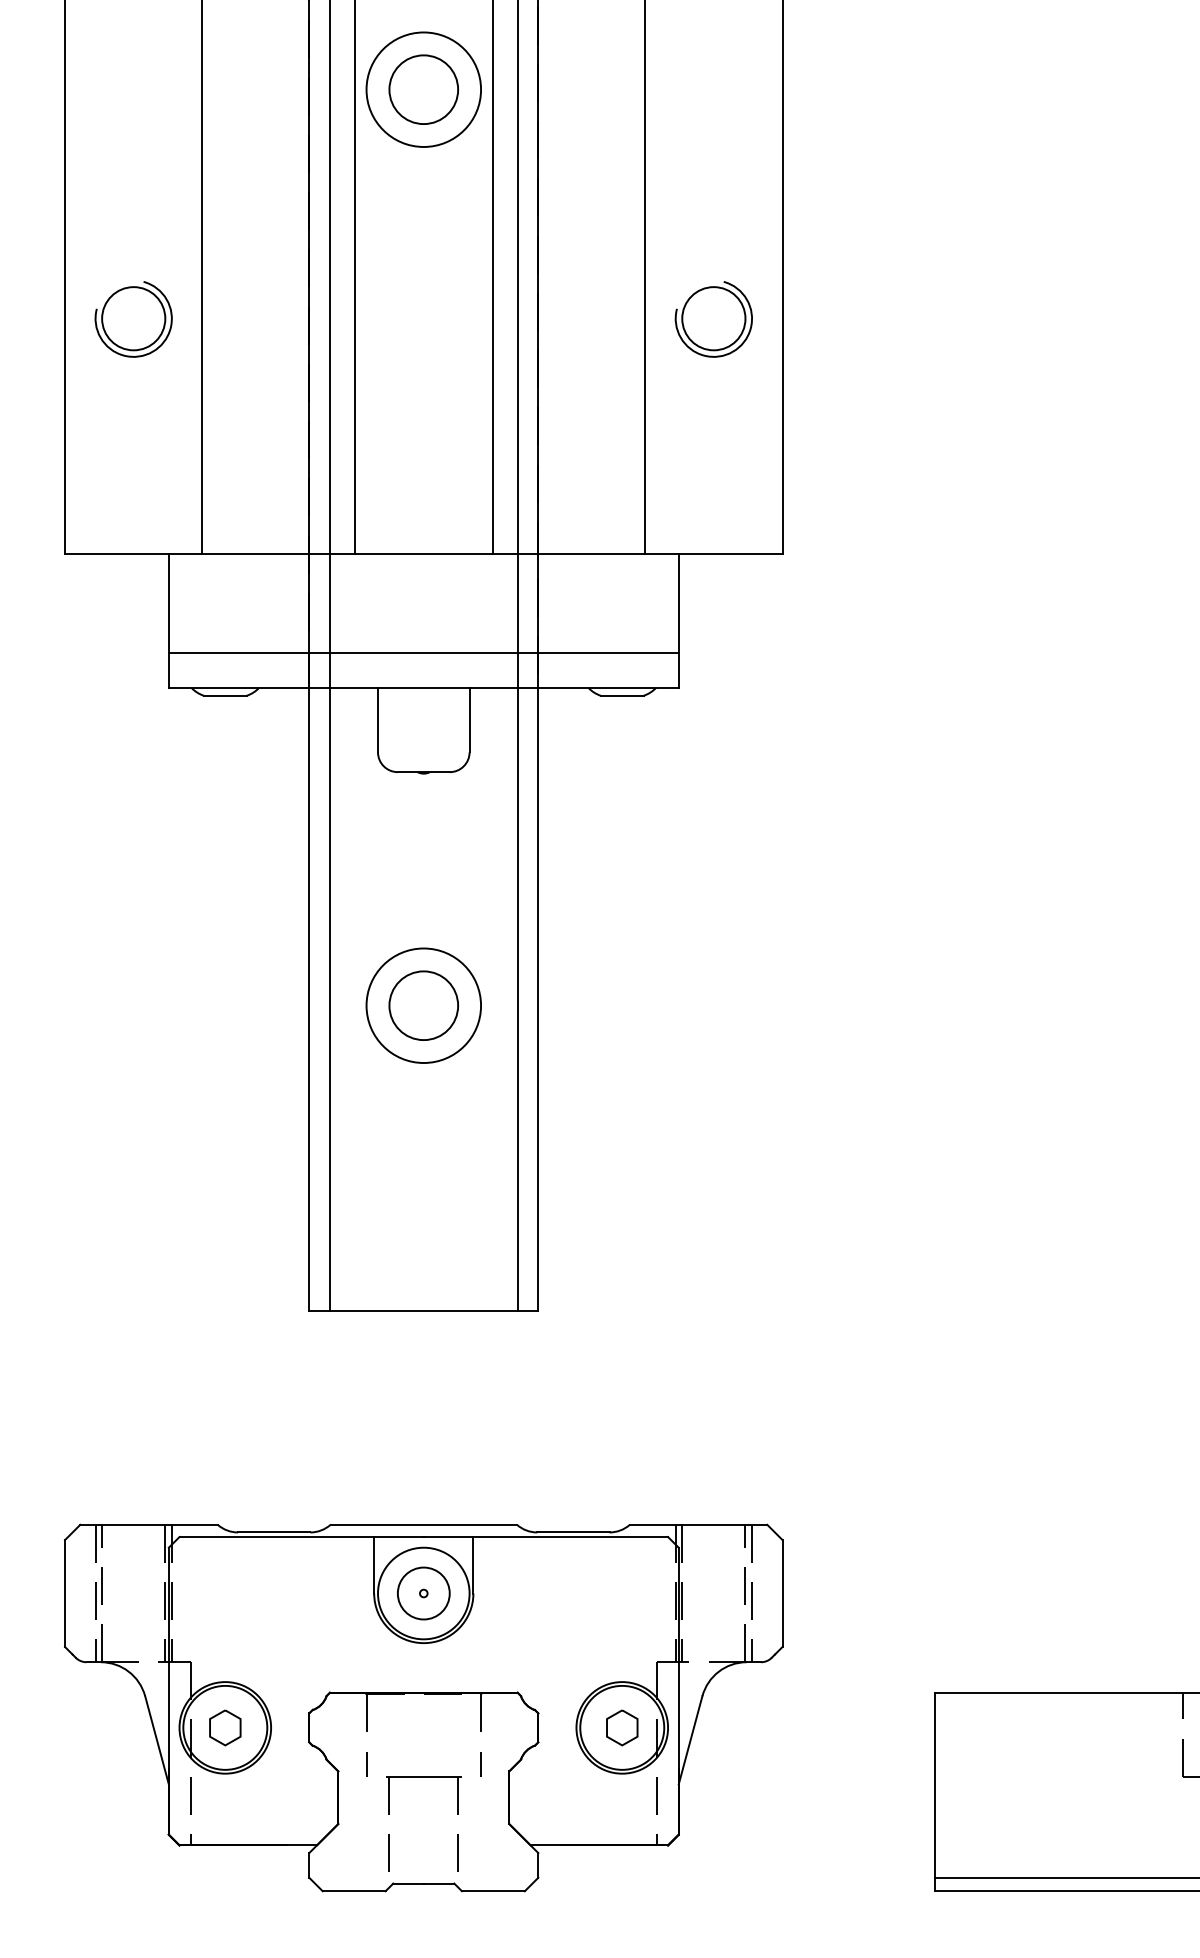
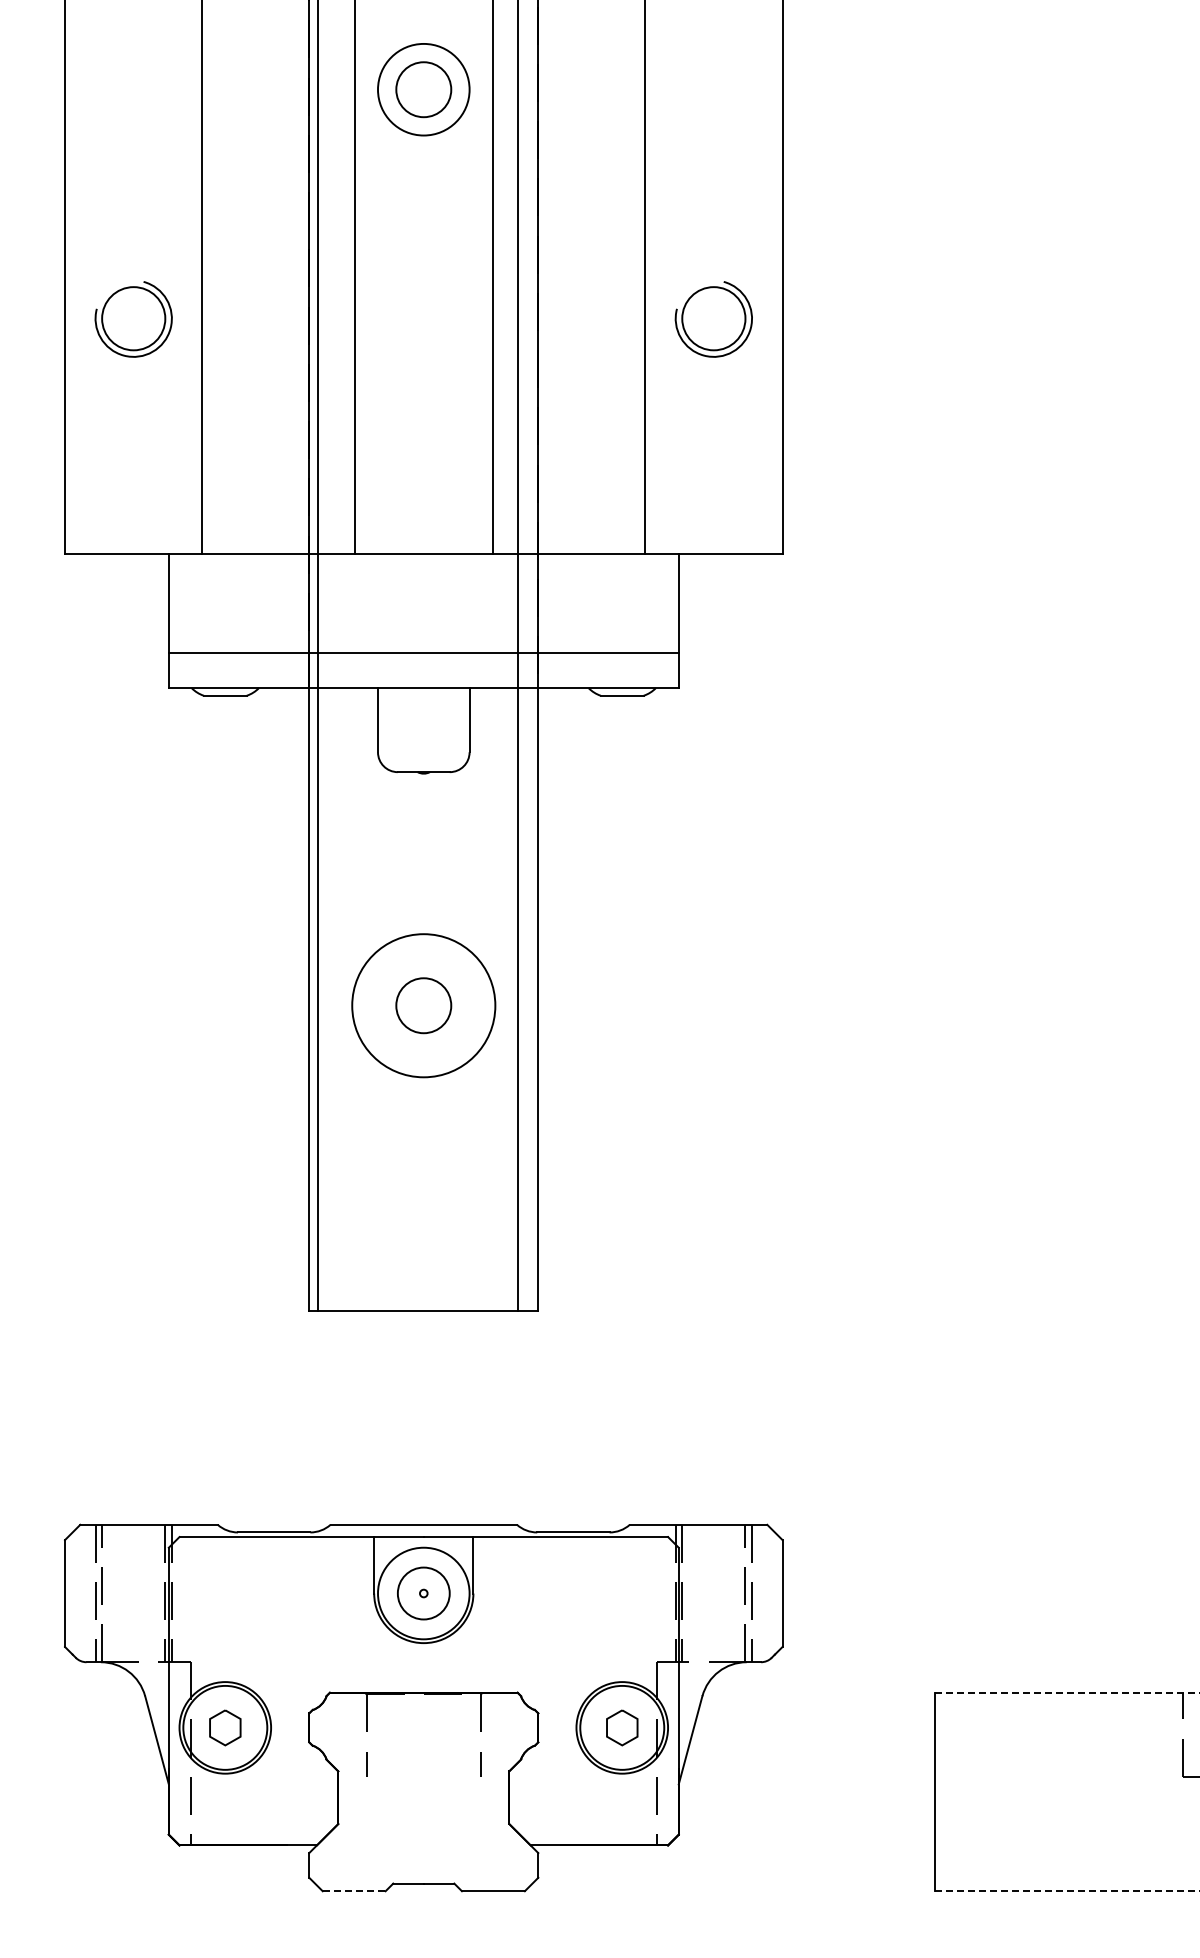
circle at (423, 89) diameter: 115 px -> 92 px
circle at (423, 89) diameter: 69 px -> 55 px
line at (329, 656) position: (329, 656) -> (317, 656)
circle at (423, 1005) diameter: 115 px -> 143 px
circle at (423, 1005) diameter: 69 px -> 55 px
line at (1067, 1692): solid -> dashed
part at (389, 1814): present -> none
line at (1065, 1877): present -> none
line at (354, 1891): solid -> dashed
line at (1067, 1891): solid -> dashed
